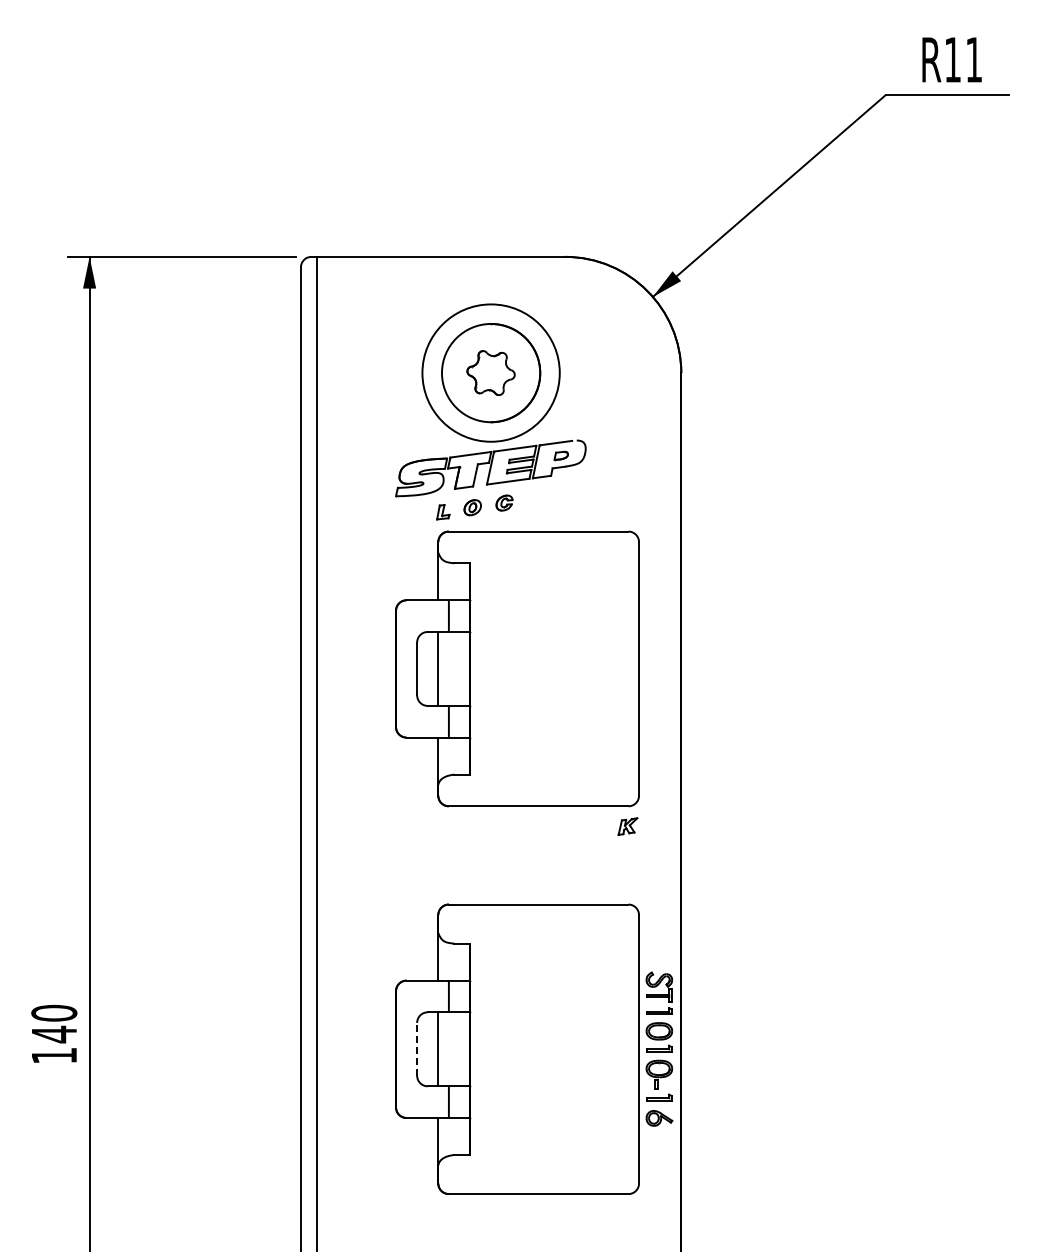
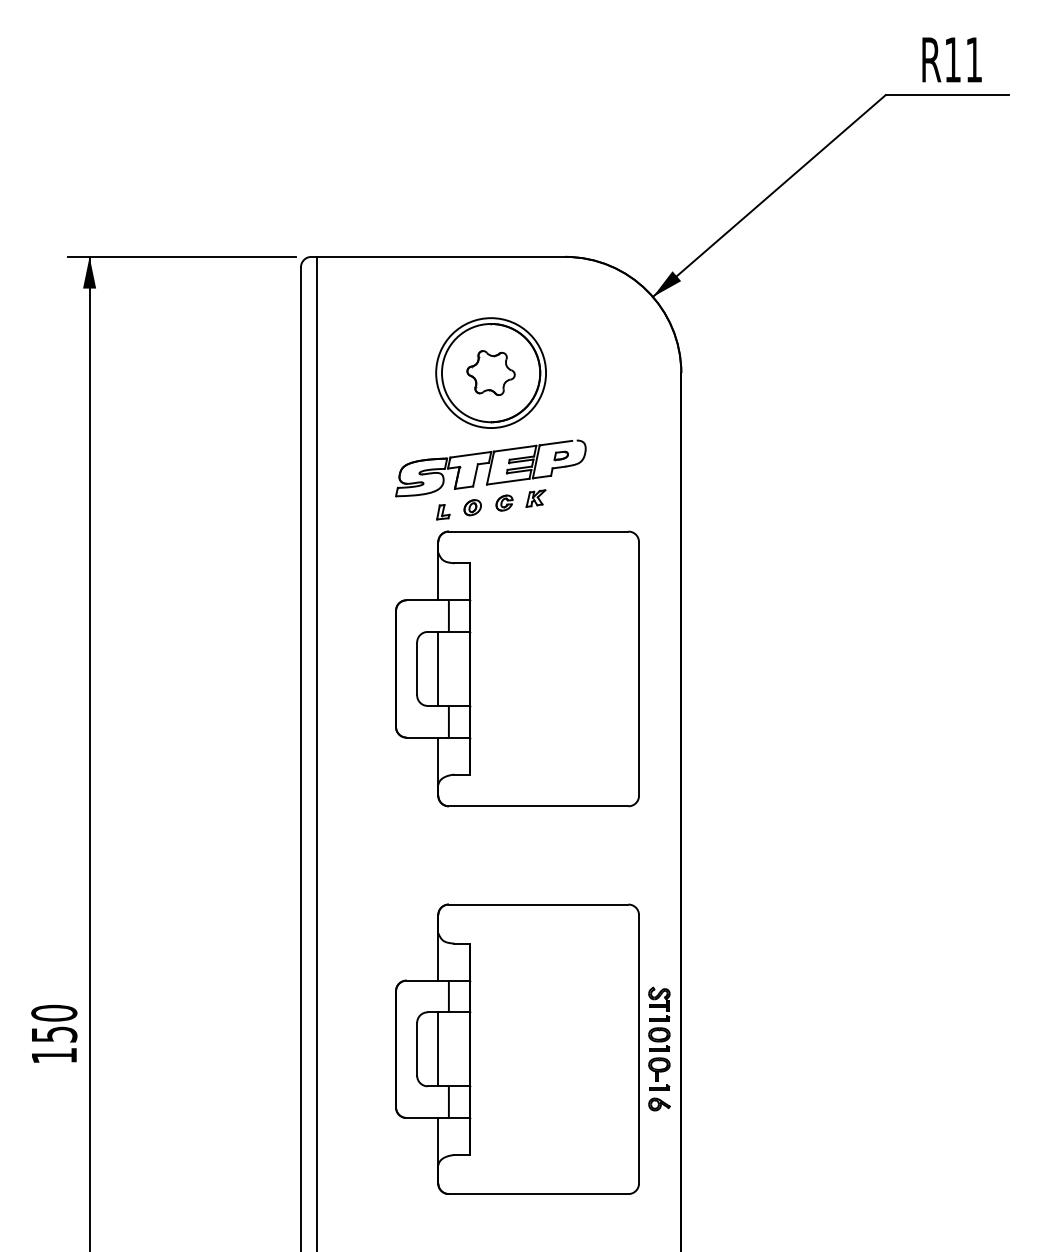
circle at (490, 372) diameter: 137 px -> 110 px
part at (627, 826) position: (627, 826) -> (535, 498)
text at (54, 1034): 140 -> 150
line at (417, 1048): dashed -> solid
part at (659, 1048) size: 29x156 px -> 23x126 px
